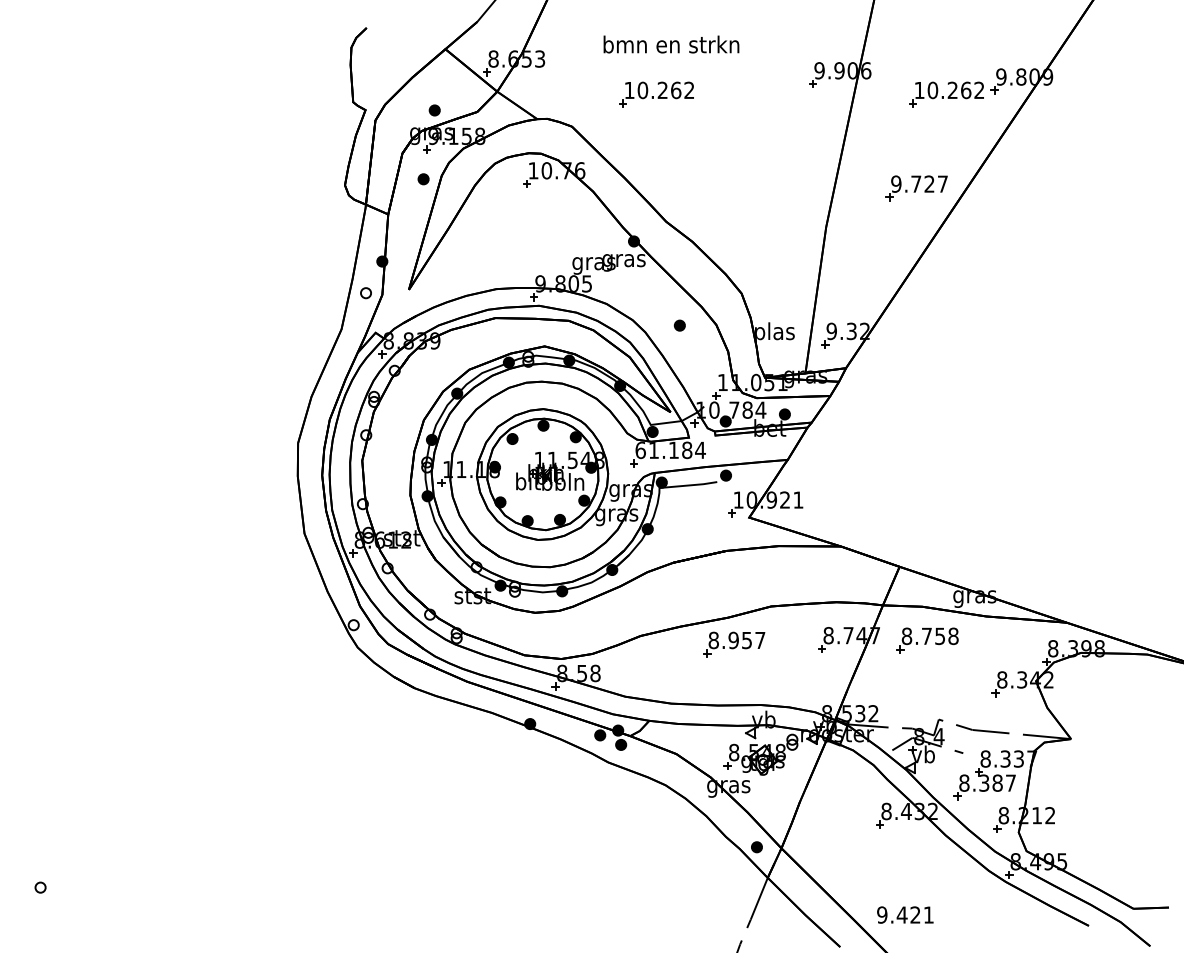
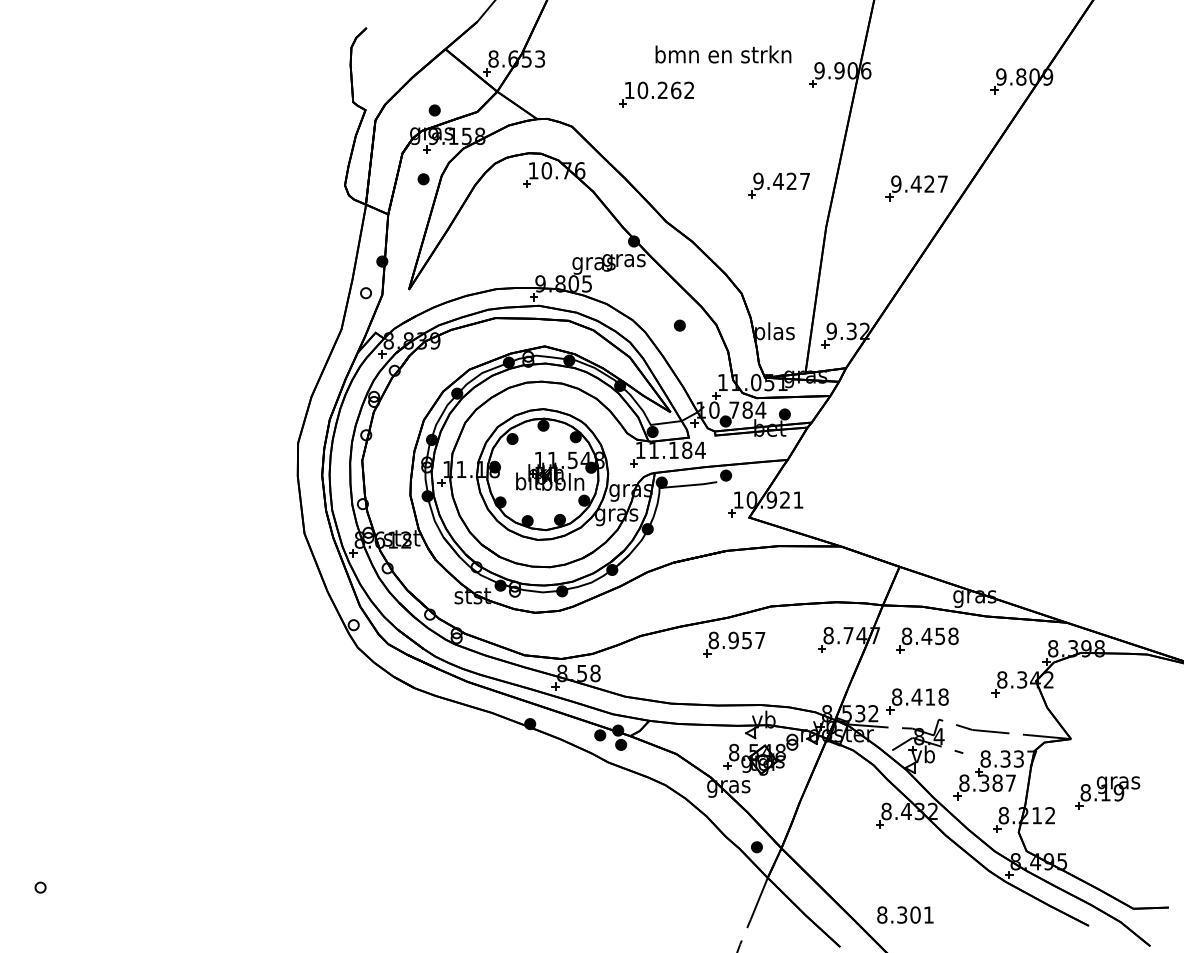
text at (671, 44) position: (671, 44) -> (723, 54)
part at (946, 94): present -> none
text at (915, 183): 9.727 -> 9.427
part at (778, 185): none -> present
text at (640, 450): 61.184 -> 11.184
text at (926, 635): 8.758 -> 8.458
part at (917, 701): none -> present
part at (1107, 792): none -> present
text at (898, 914): 9.421 -> 8.301
